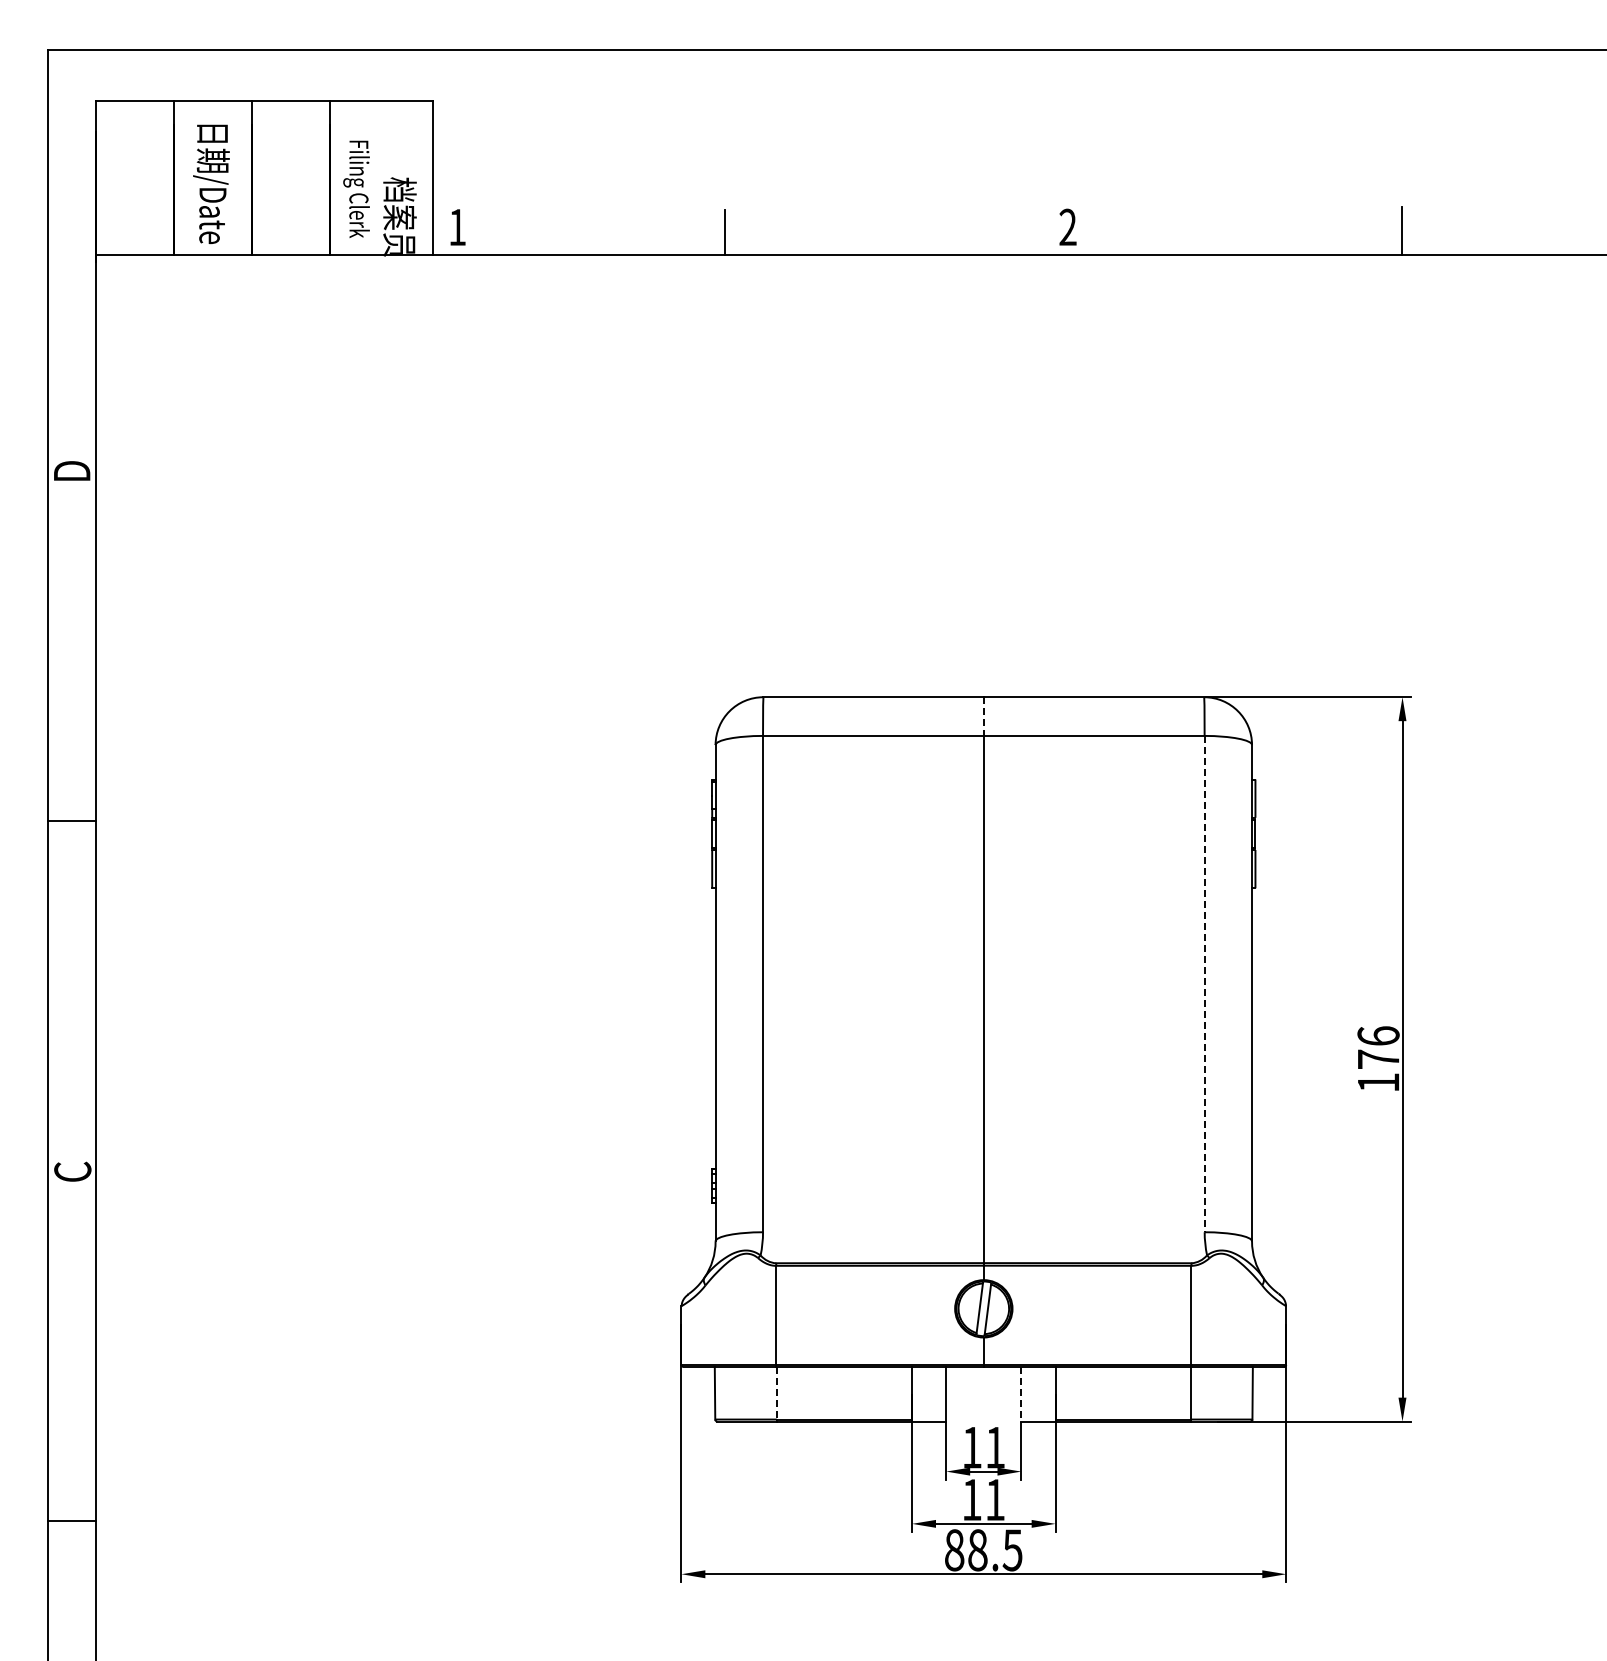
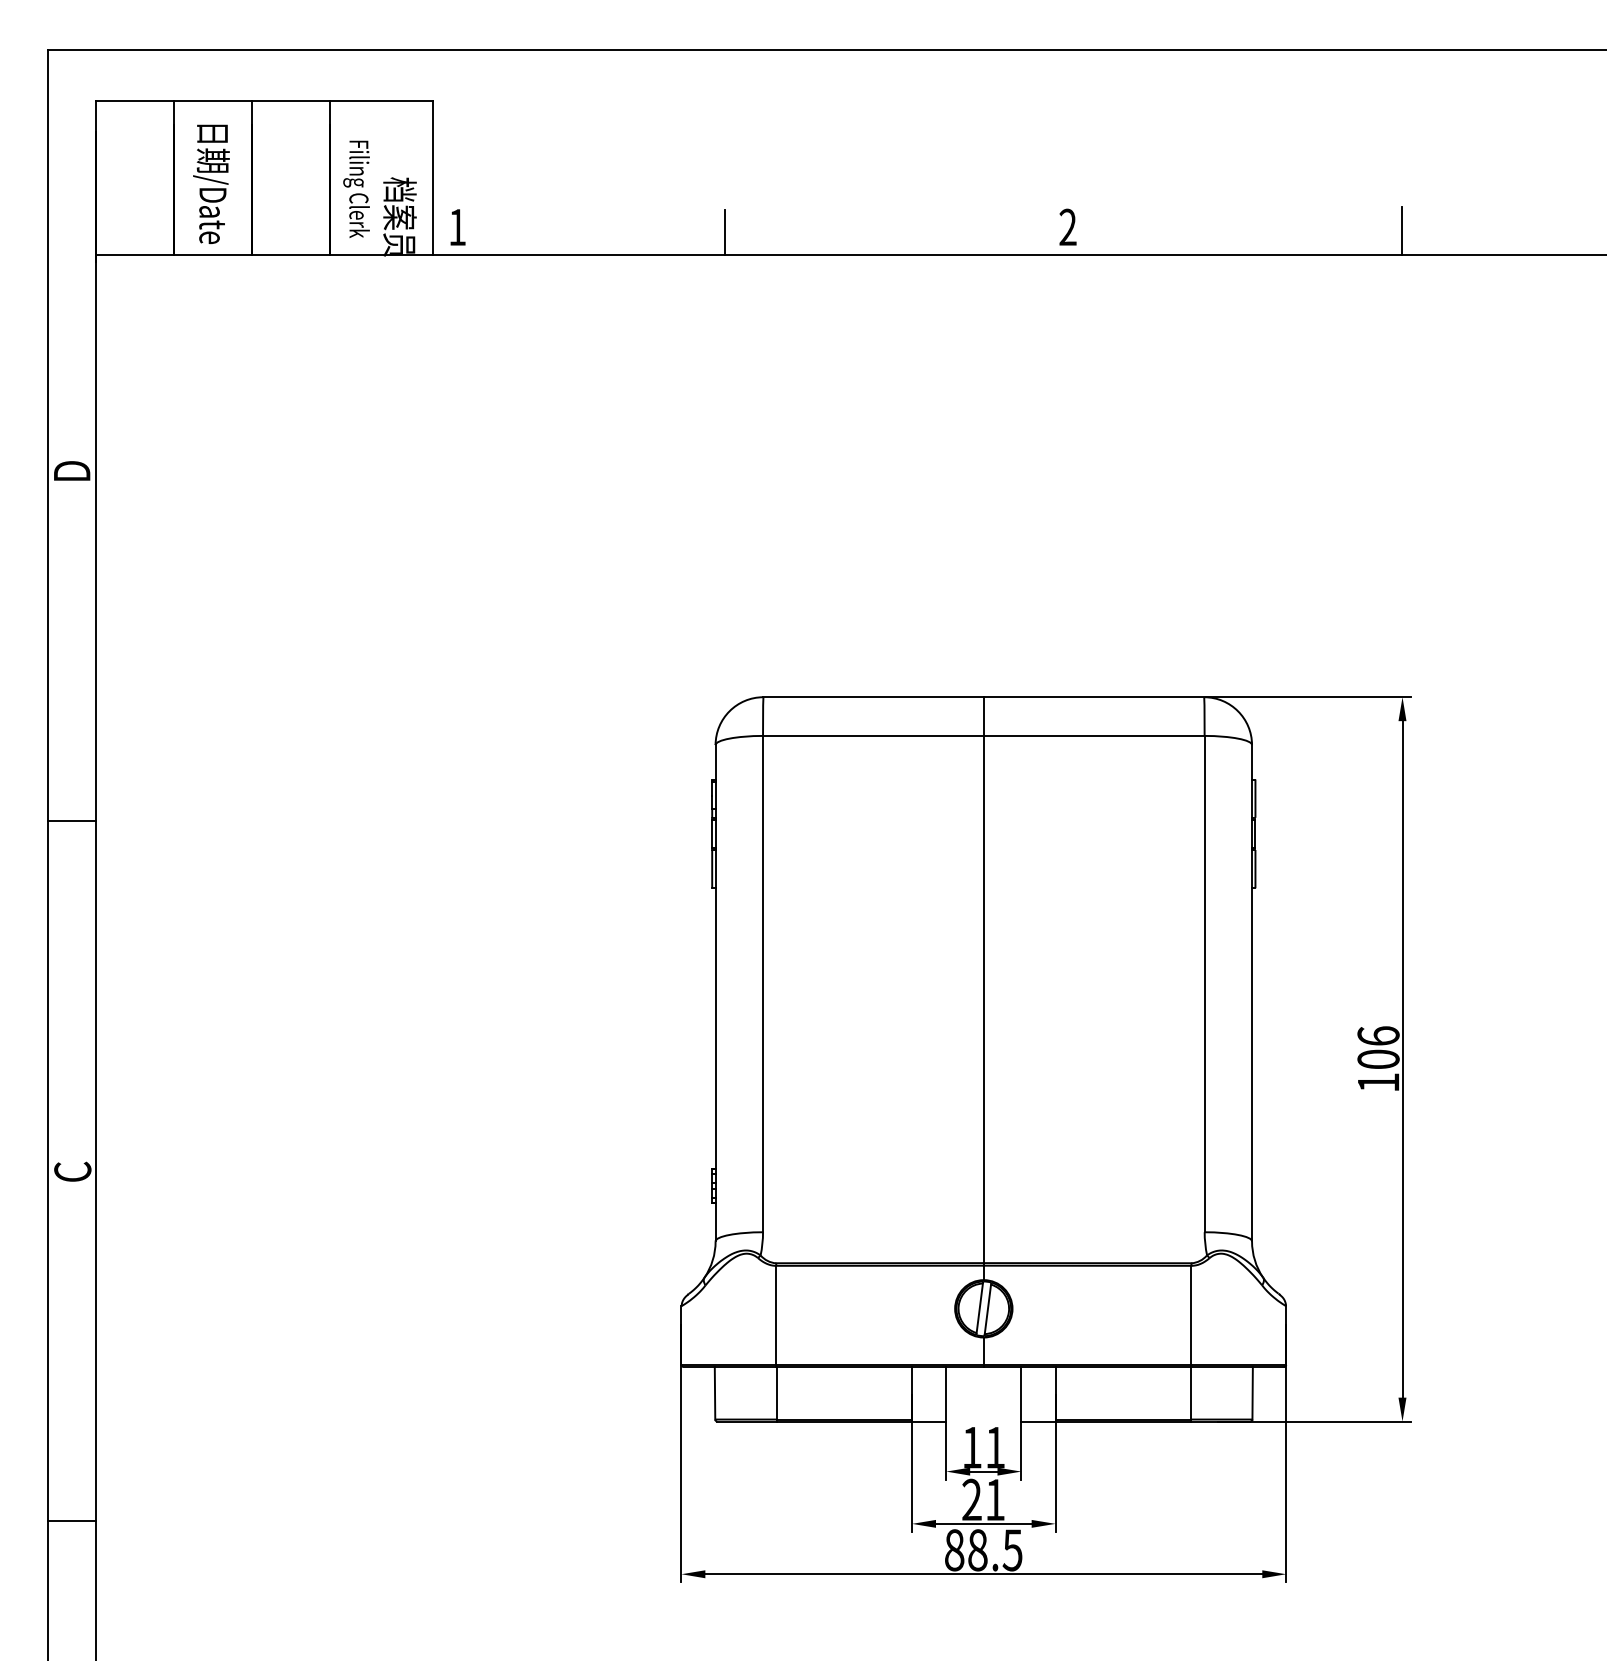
line at (983, 717): dashed -> solid
line at (1204, 984): dashed -> solid
text at (1378, 1058): 176 -> 106
line at (776, 1393): dashed -> solid
line at (1021, 1394): dashed -> solid
text at (971, 1499): 11 -> 21
